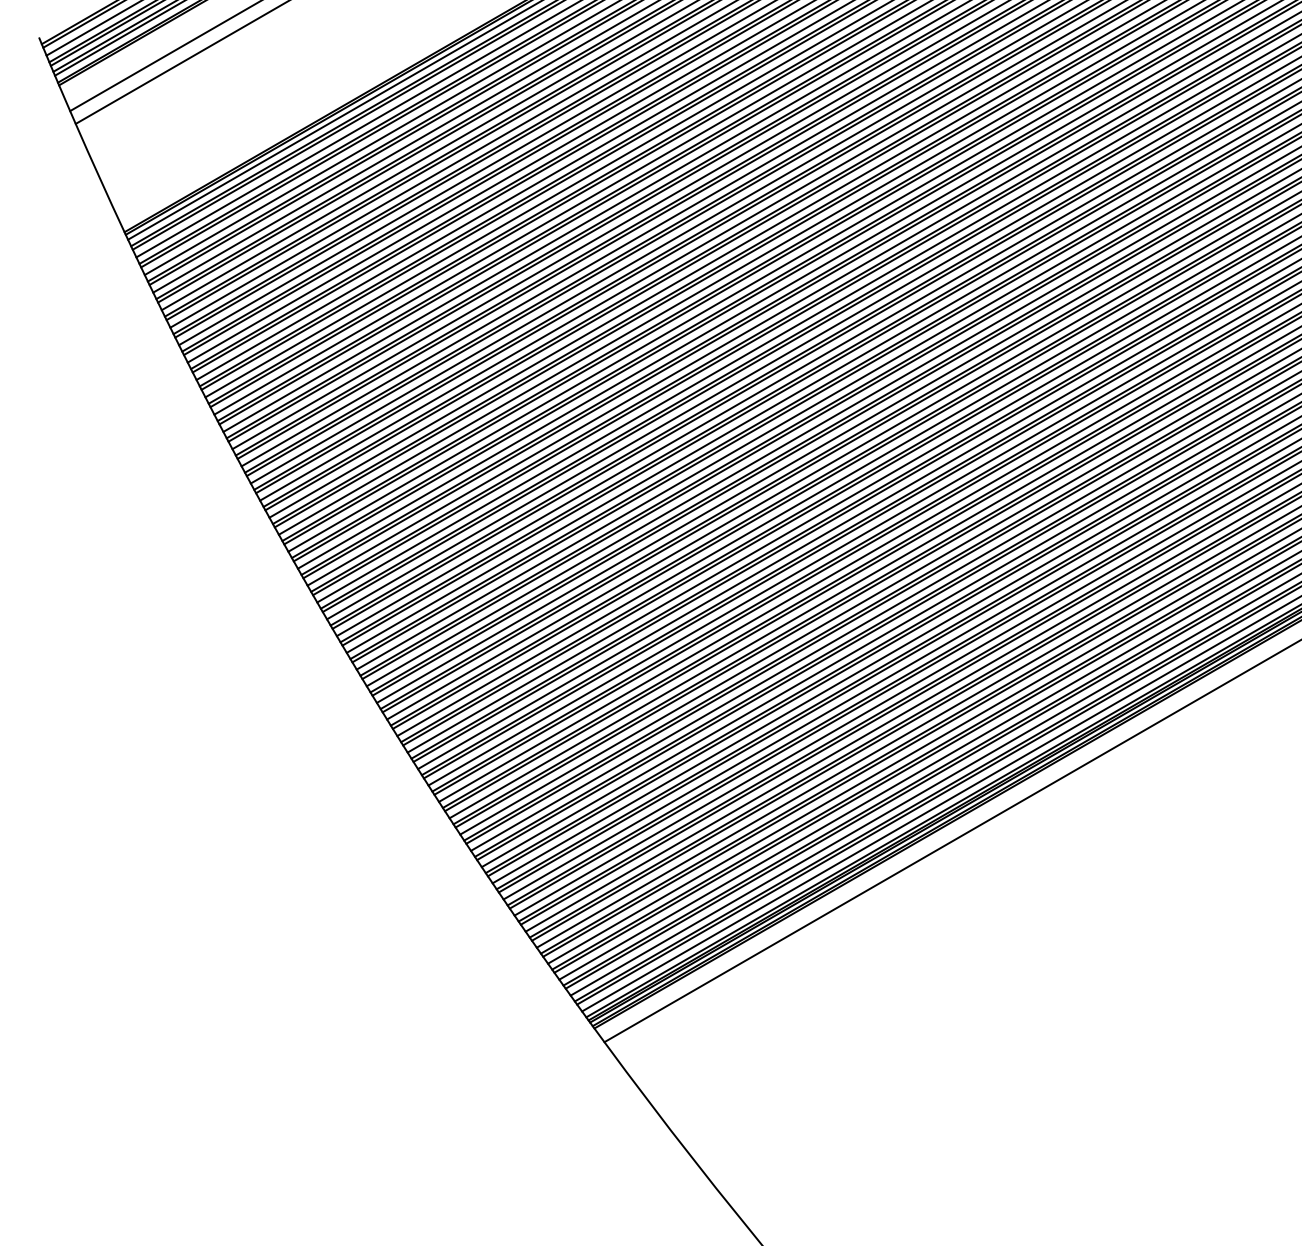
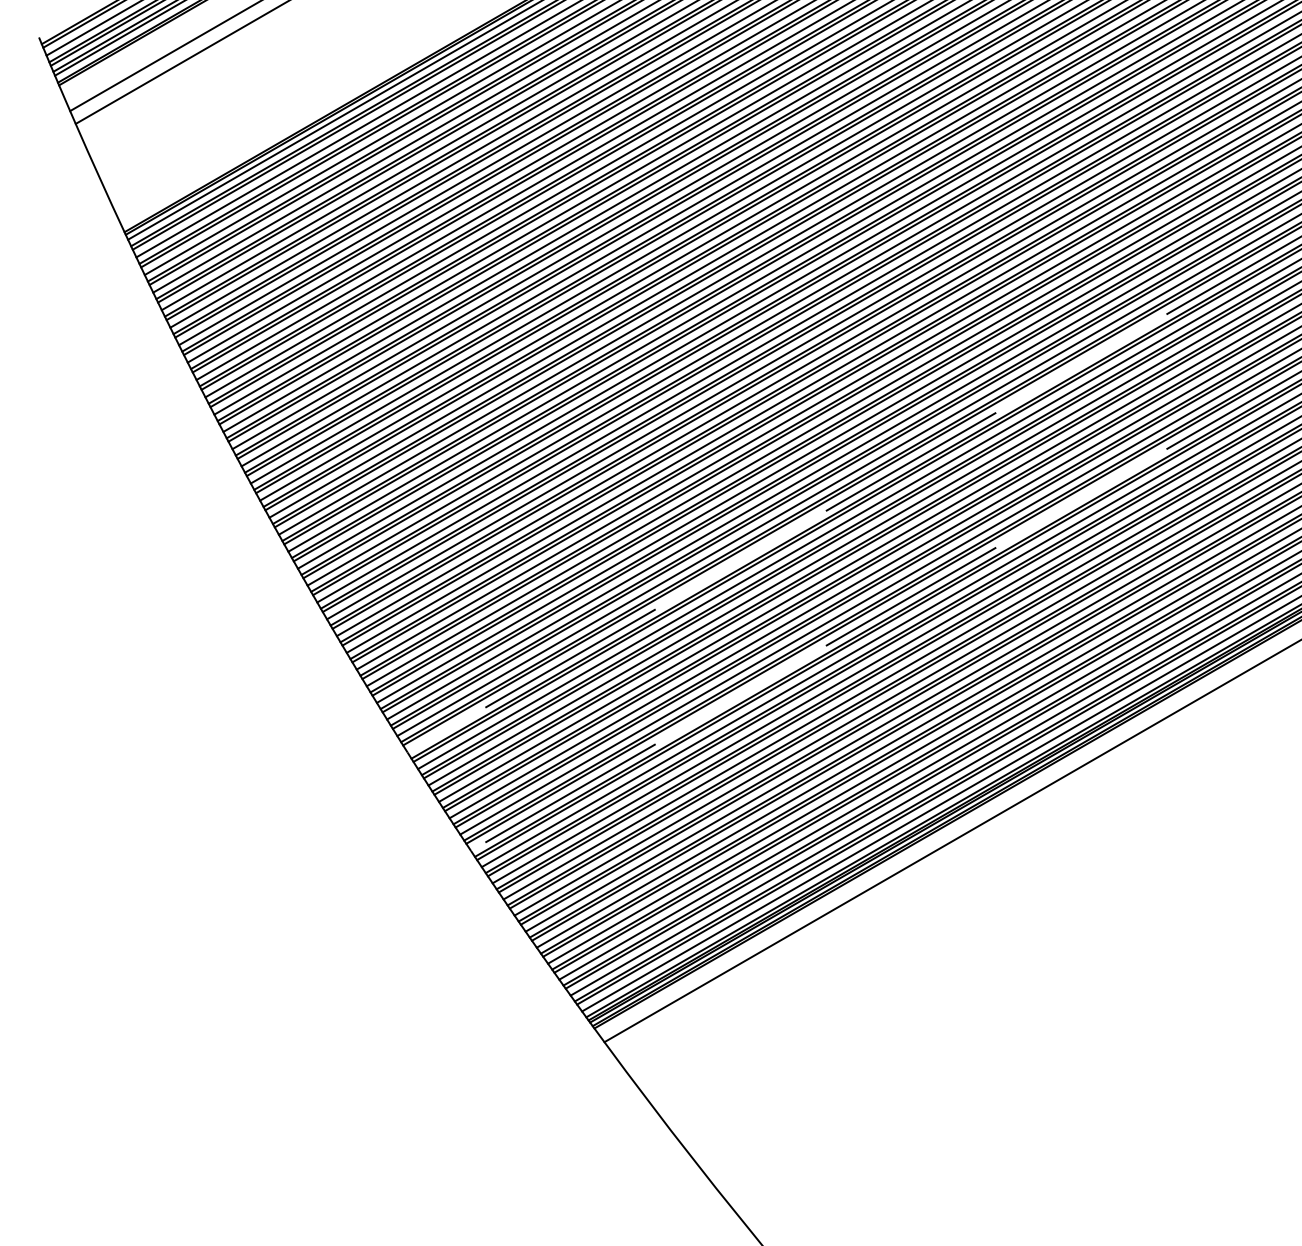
line at (854, 494): solid -> dashed
line at (885, 611): solid -> dashed
